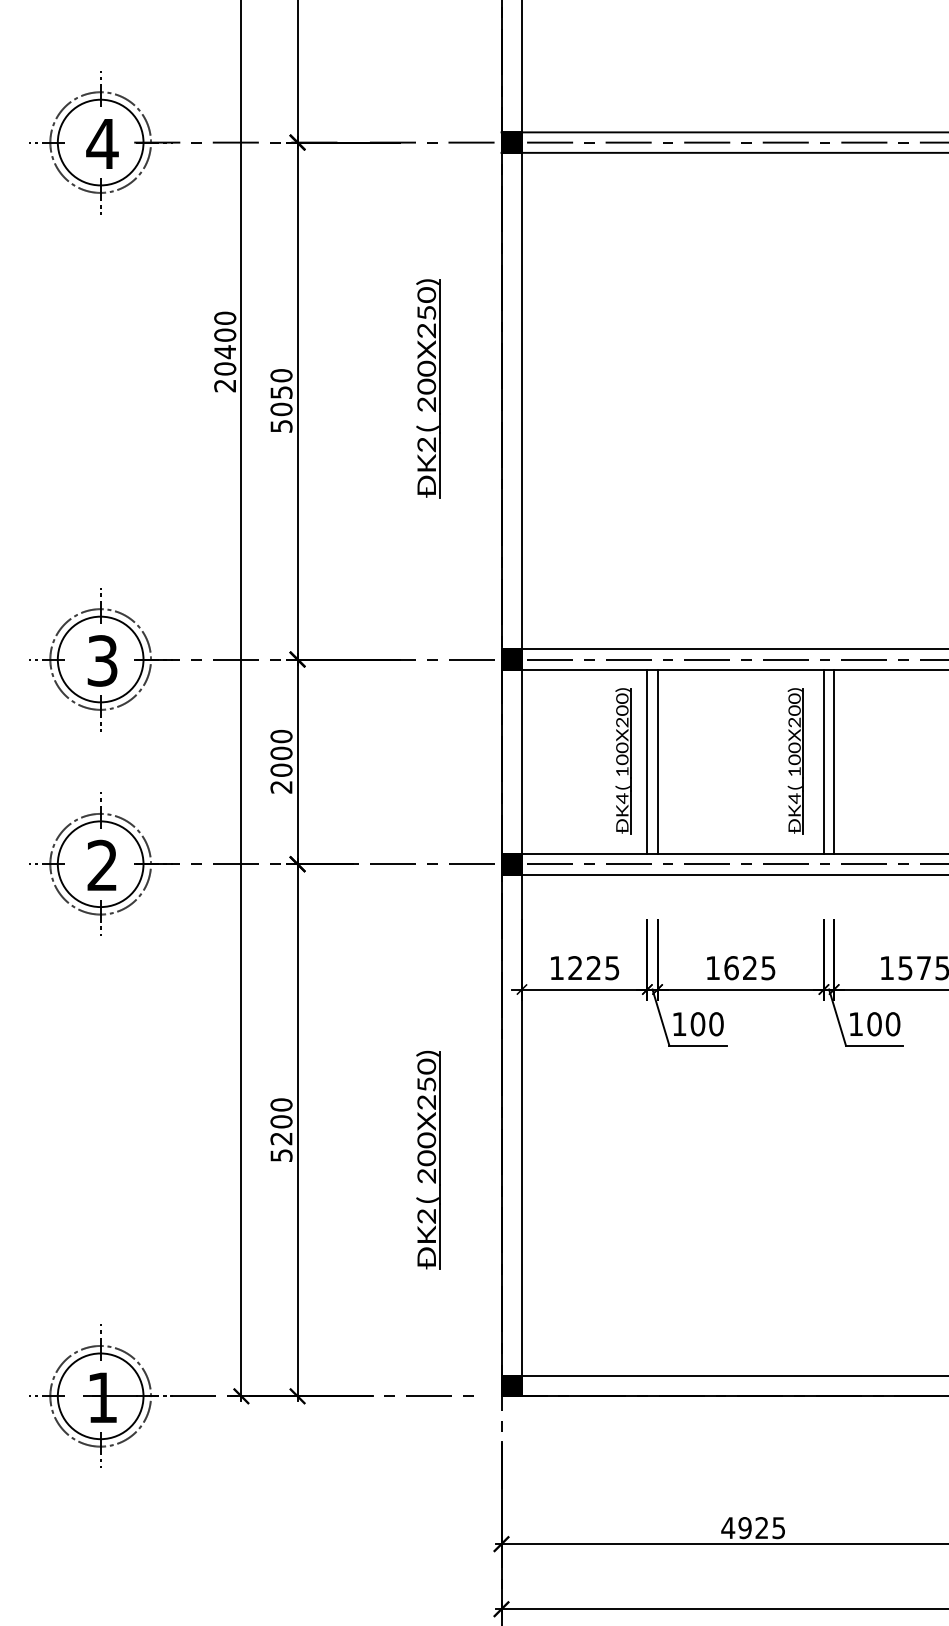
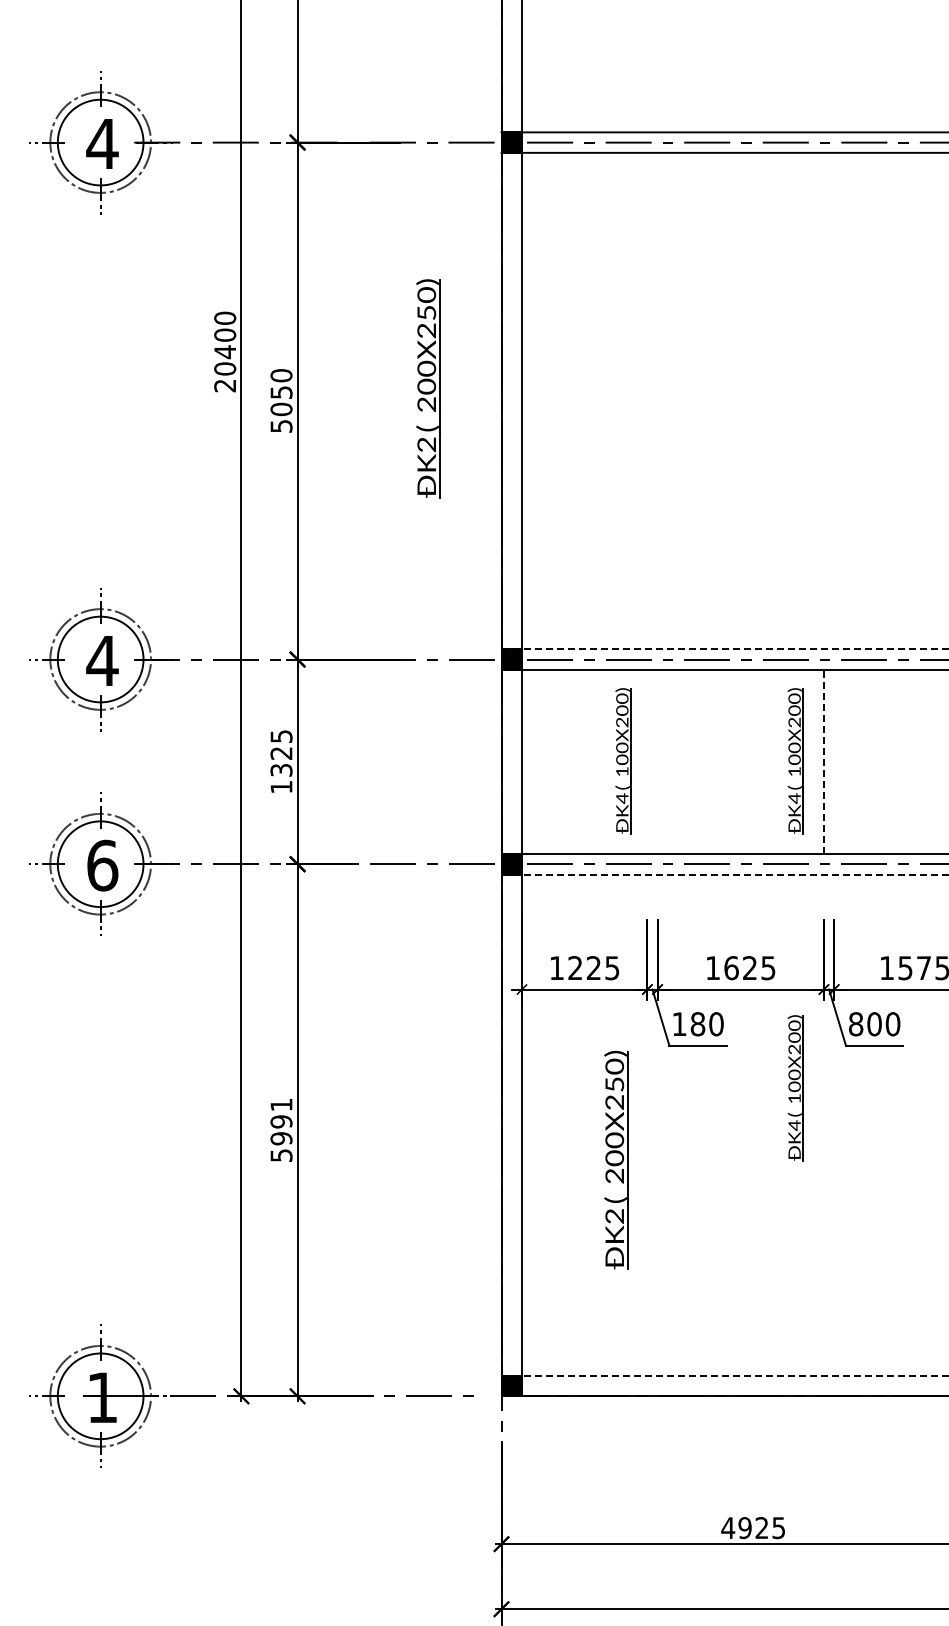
line at (725, 649): solid -> dashed
text at (102, 660): 3 -> 4
text at (281, 761): 2000 -> 1325
line at (647, 761): present -> none
line at (657, 761): present -> none
line at (823, 761): solid -> dashed
line at (834, 761): present -> none
text at (102, 865): 2 -> 6
line at (725, 874): solid -> dashed
text at (697, 1023): 100 -> 180
text at (856, 1024): 100 -> 800
part at (795, 1088): none -> present
text at (281, 1121): 5200 -> 5991
part at (428, 1159) position: (428, 1159) -> (616, 1159)
line at (725, 1375): solid -> dashed
